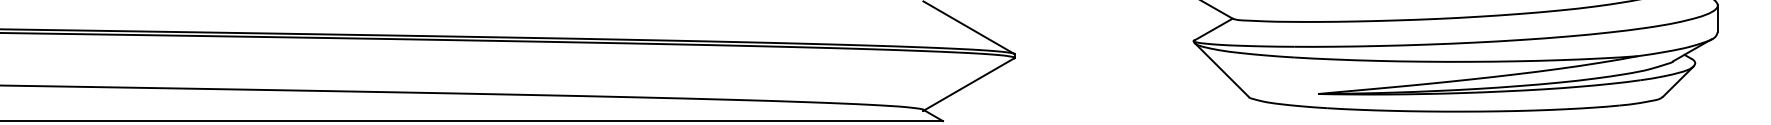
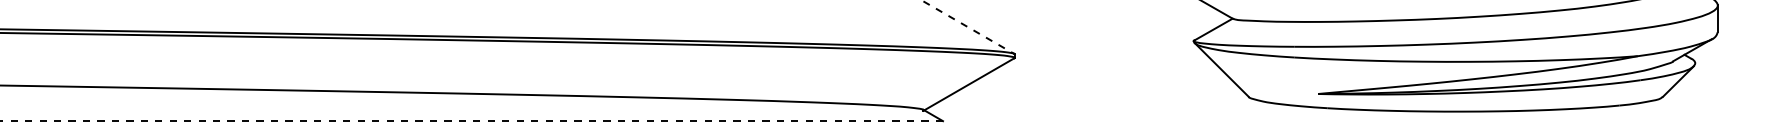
line at (969, 27): solid -> dashed
line at (471, 121): solid -> dashed
